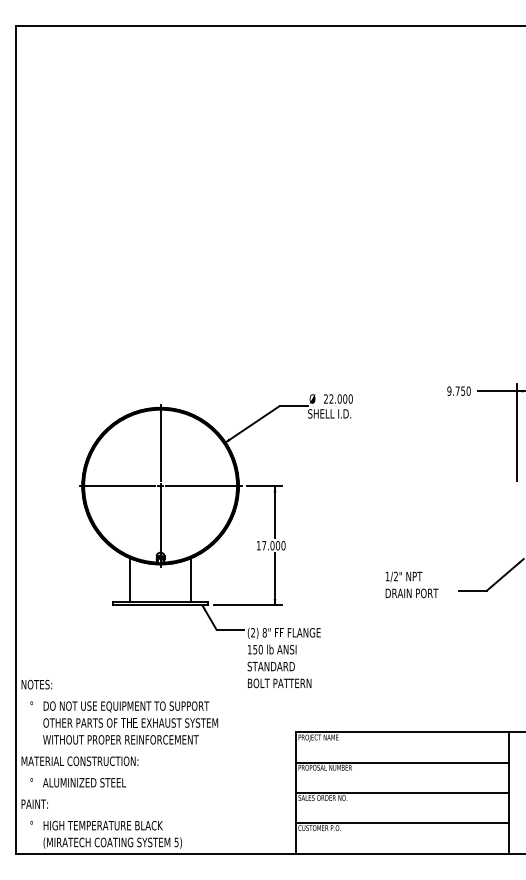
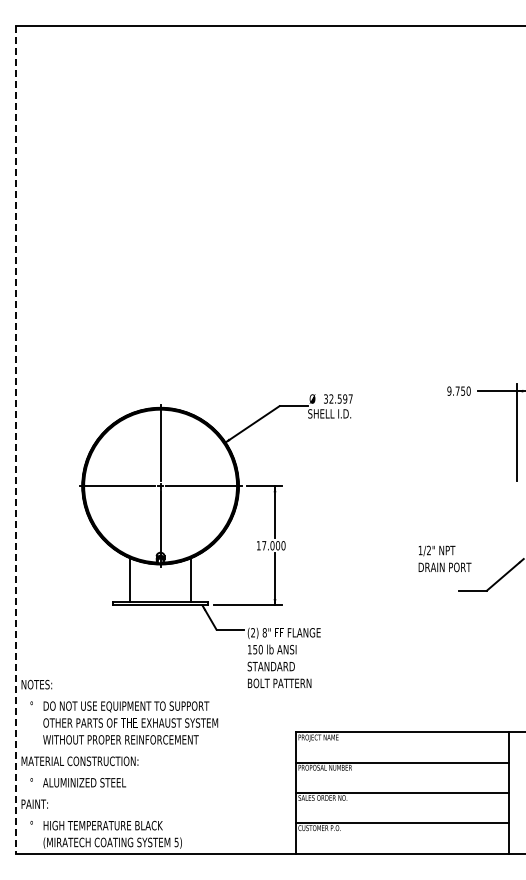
text at (338, 398): 22.000 -> 32.597
line at (15, 440): solid -> dashed
text at (411, 584) position: (411, 584) -> (444, 558)
